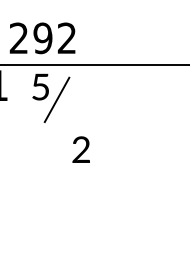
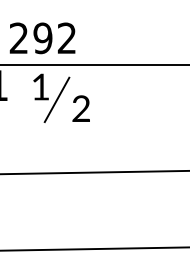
text at (40, 86): 5 -> 1
text at (80, 149) position: (80, 149) -> (80, 108)
line at (94, 172): none -> present
line at (94, 248): none -> present
